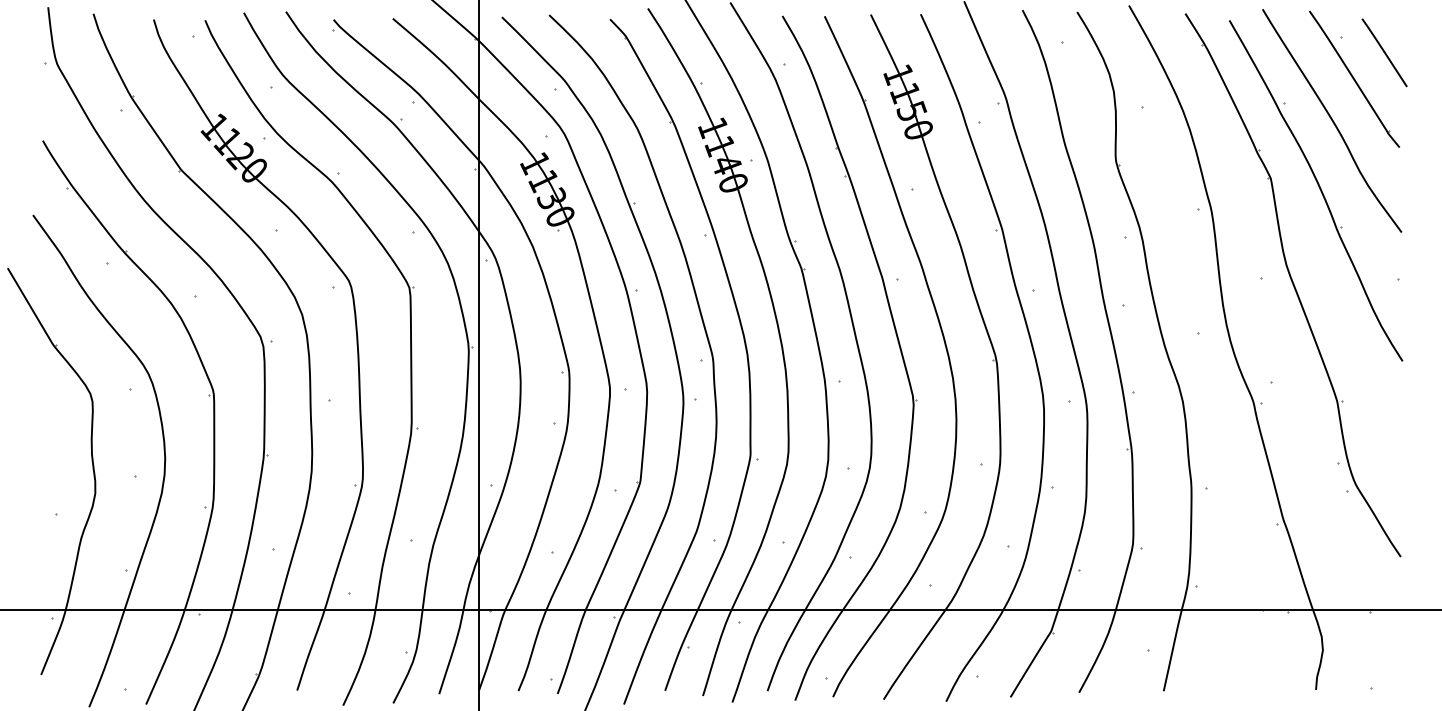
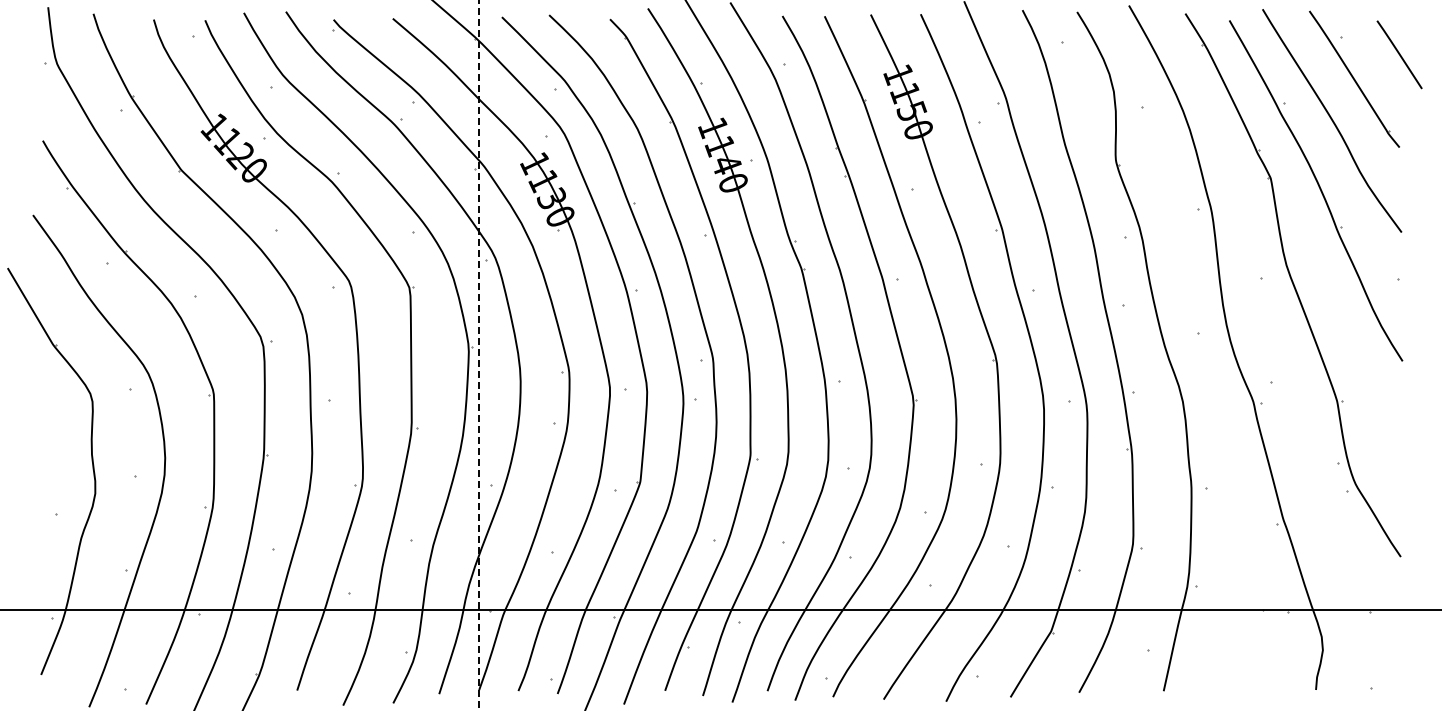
line at (1384, 52) position: (1384, 52) -> (1399, 54)
line at (479, 356): solid -> dashed
